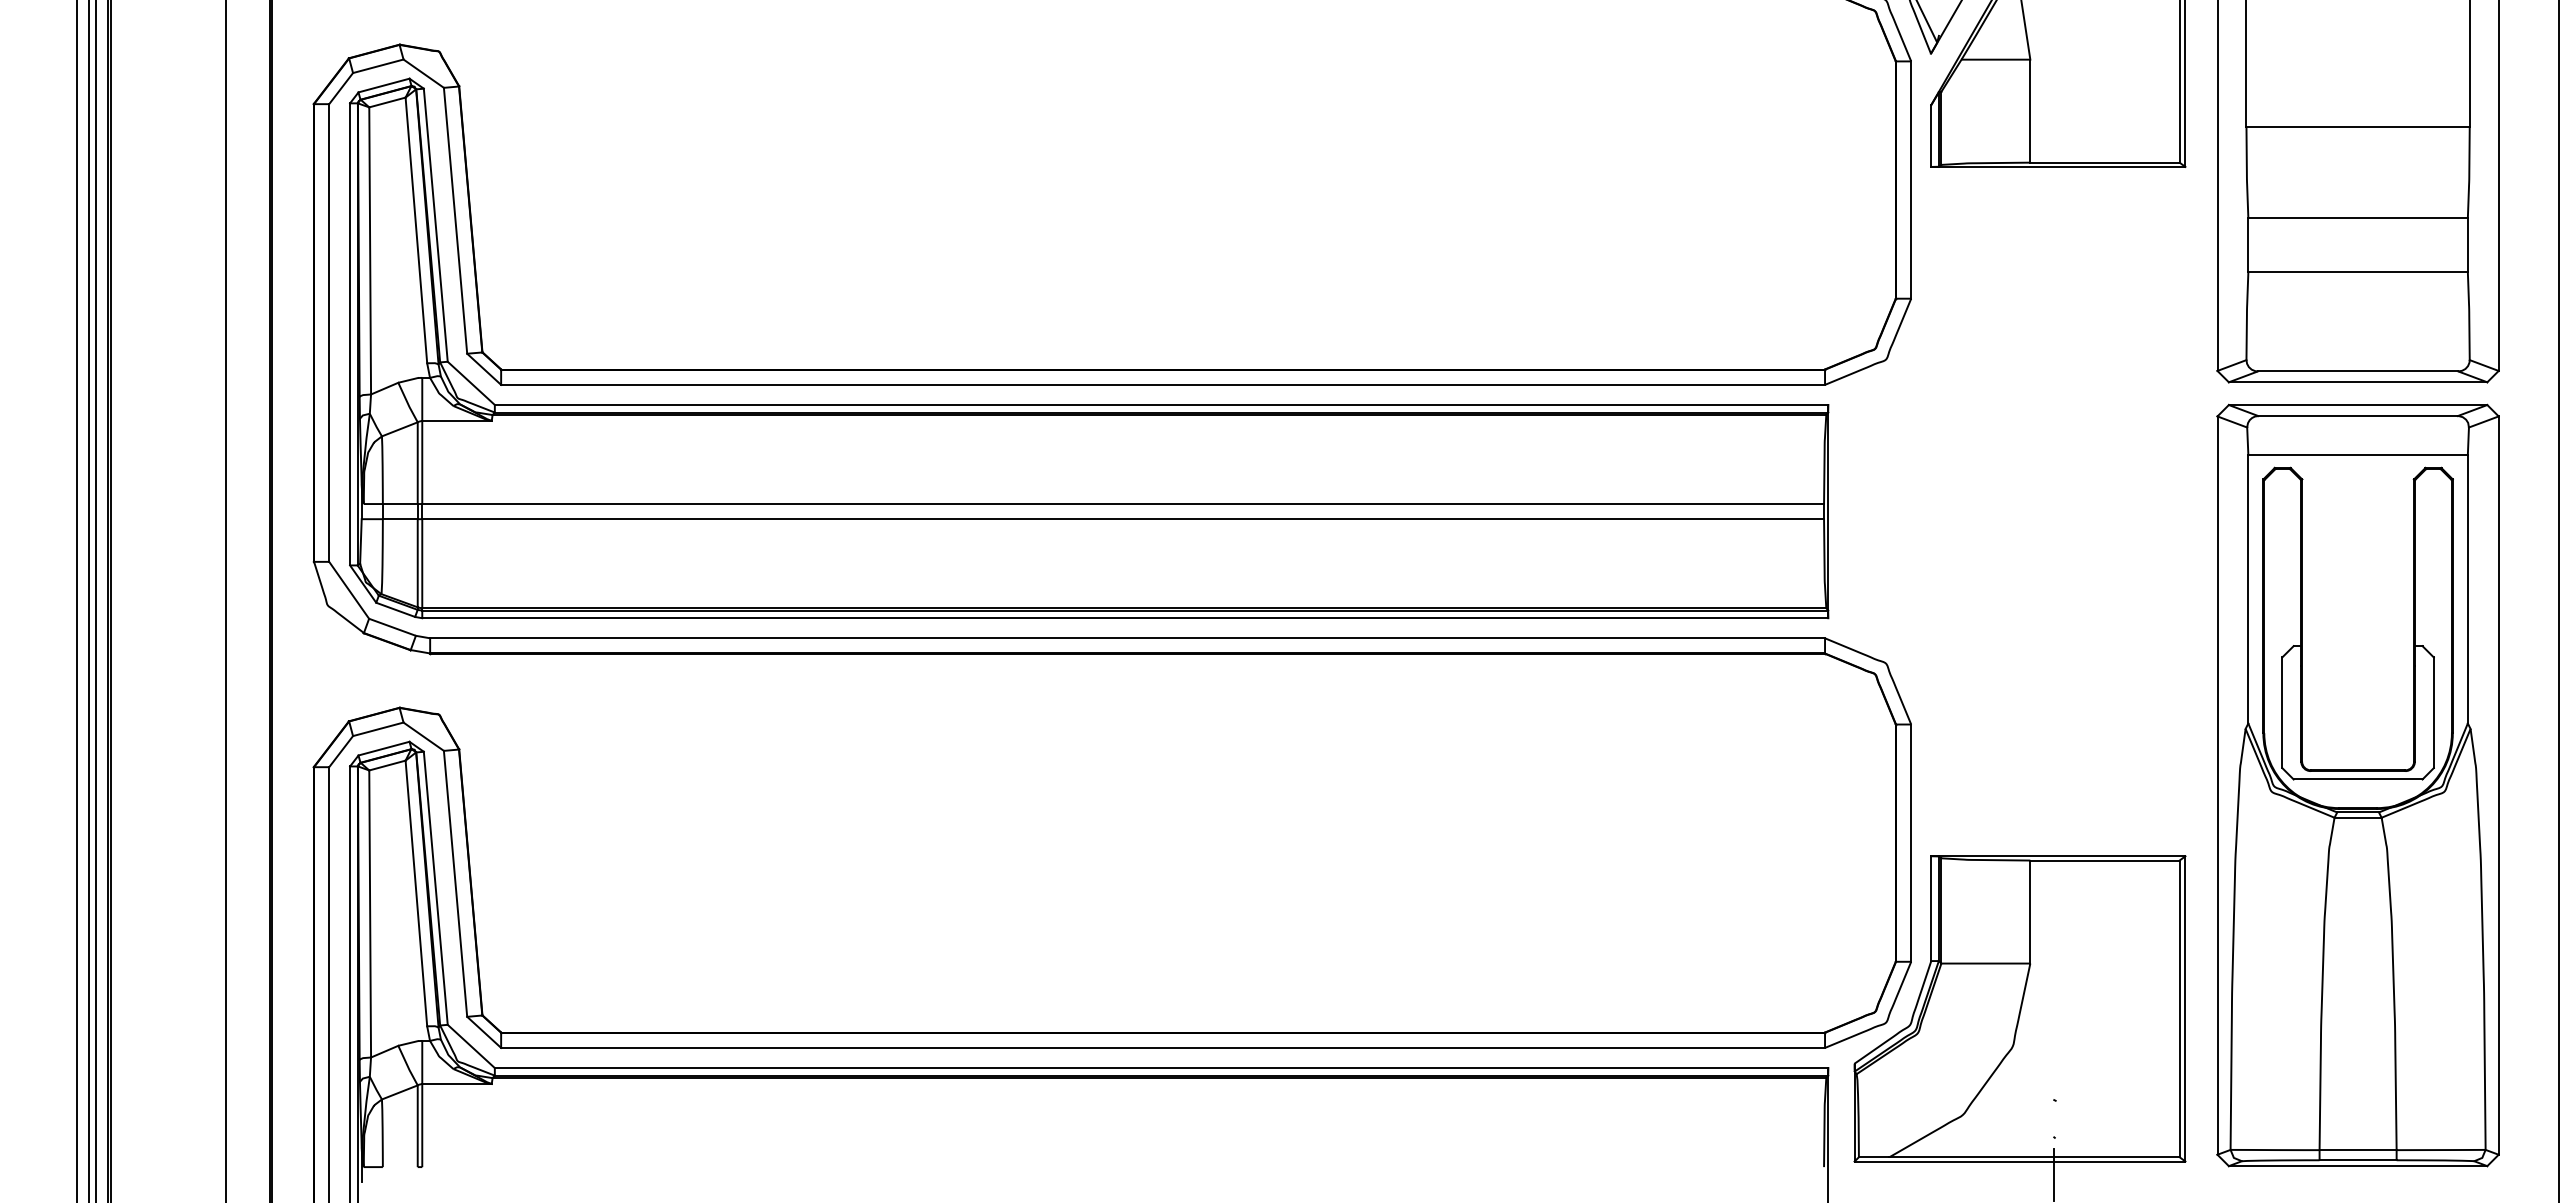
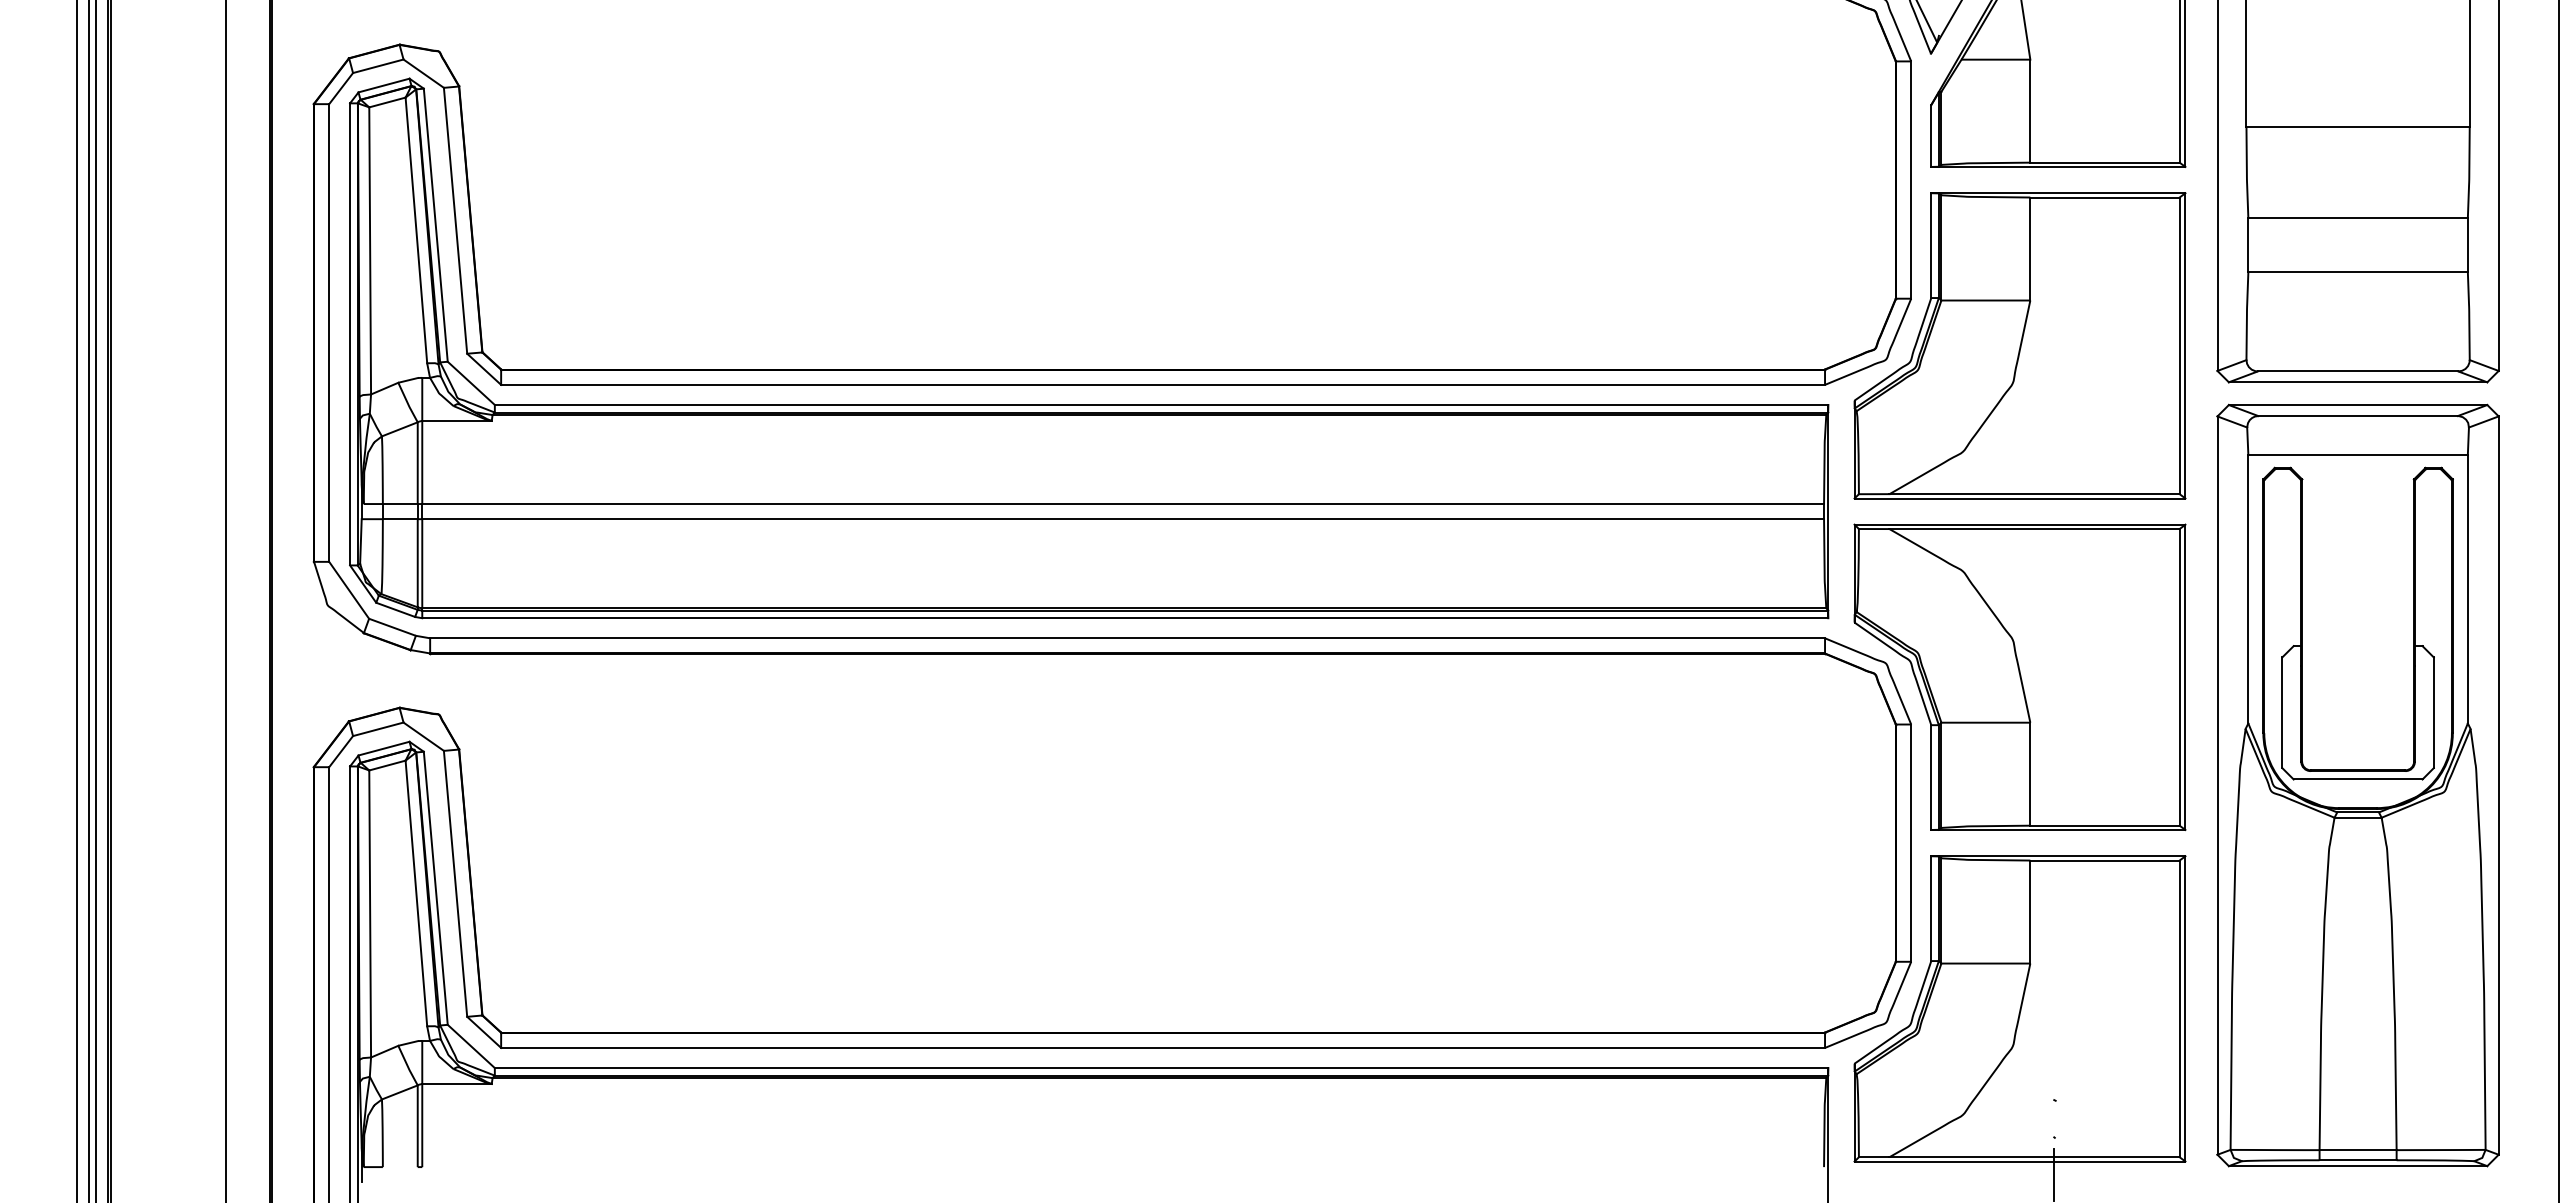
part at (2019, 345): none -> present
part at (2019, 677): none -> present
